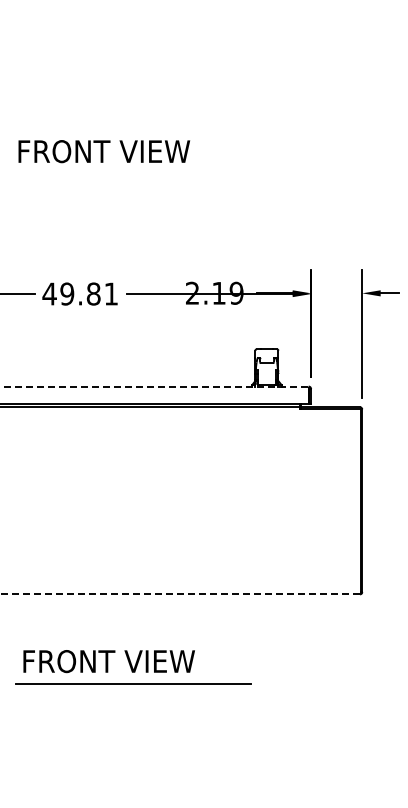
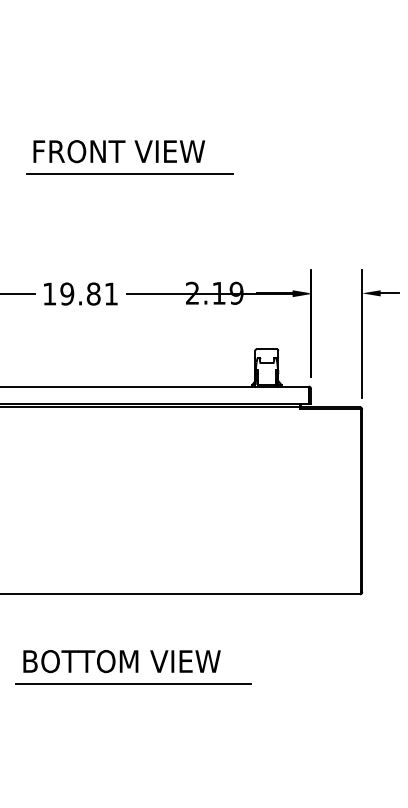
text at (104, 151) position: (104, 151) -> (119, 151)
line at (129, 174): none -> present
text at (49, 293): 49.81 -> 19.81
line at (154, 386): dashed -> solid
line at (180, 594): dashed -> solid
text at (123, 661): FRONT VIEW -> BOTTOM VIEW
